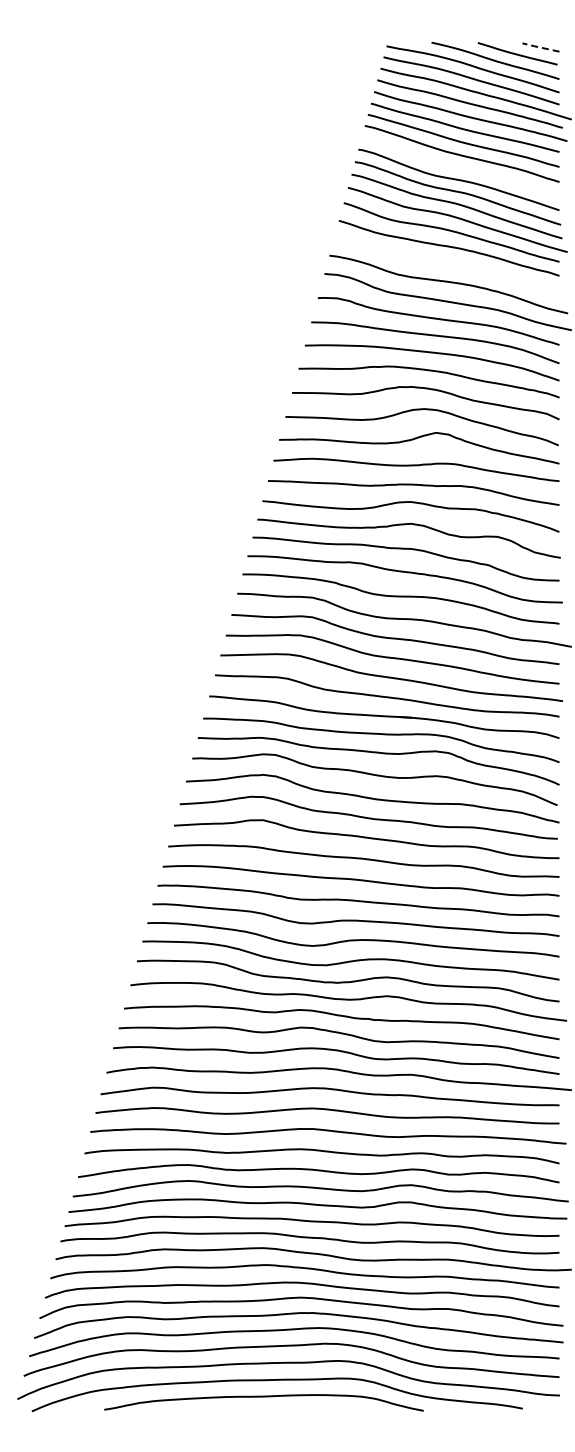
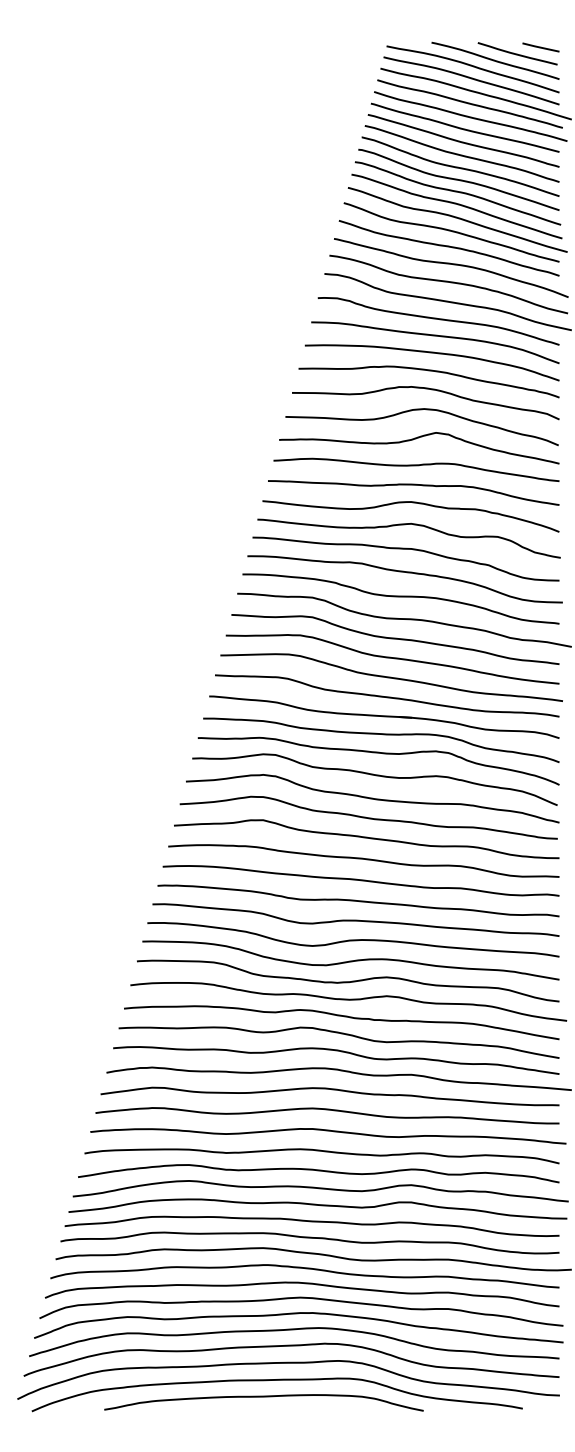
line at (540, 47): dashed -> solid
curve at (460, 167): none -> present
curve at (453, 265): none -> present
